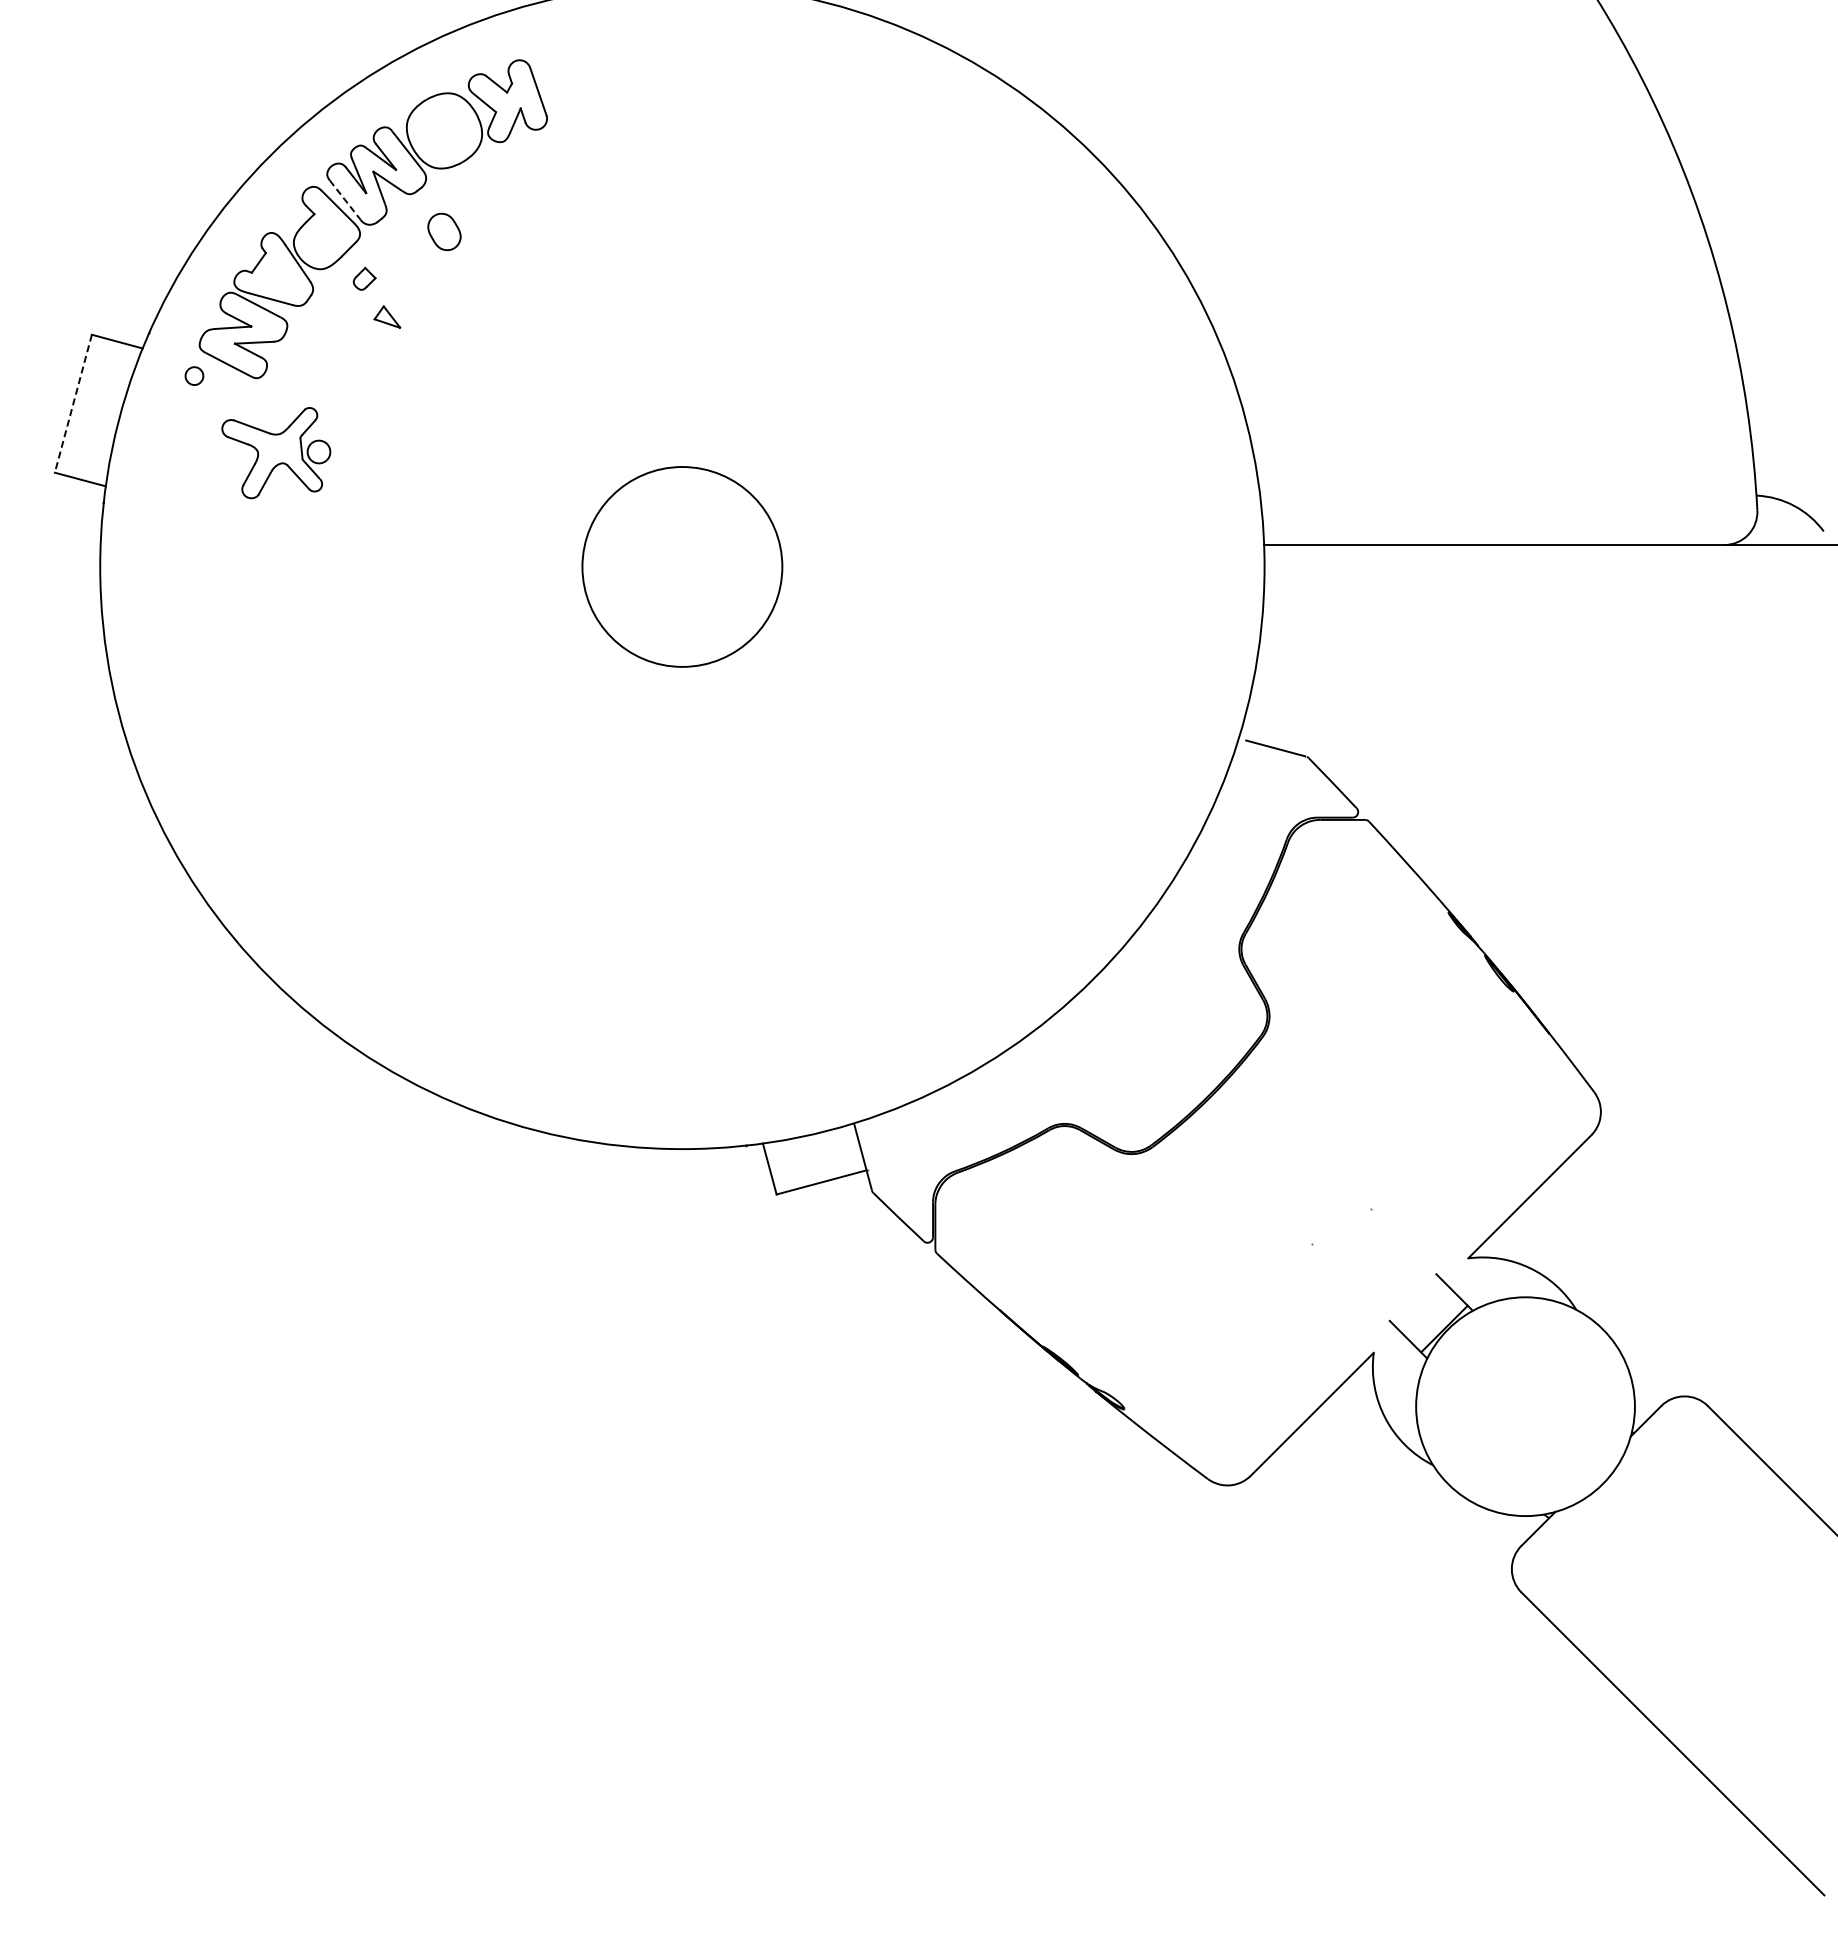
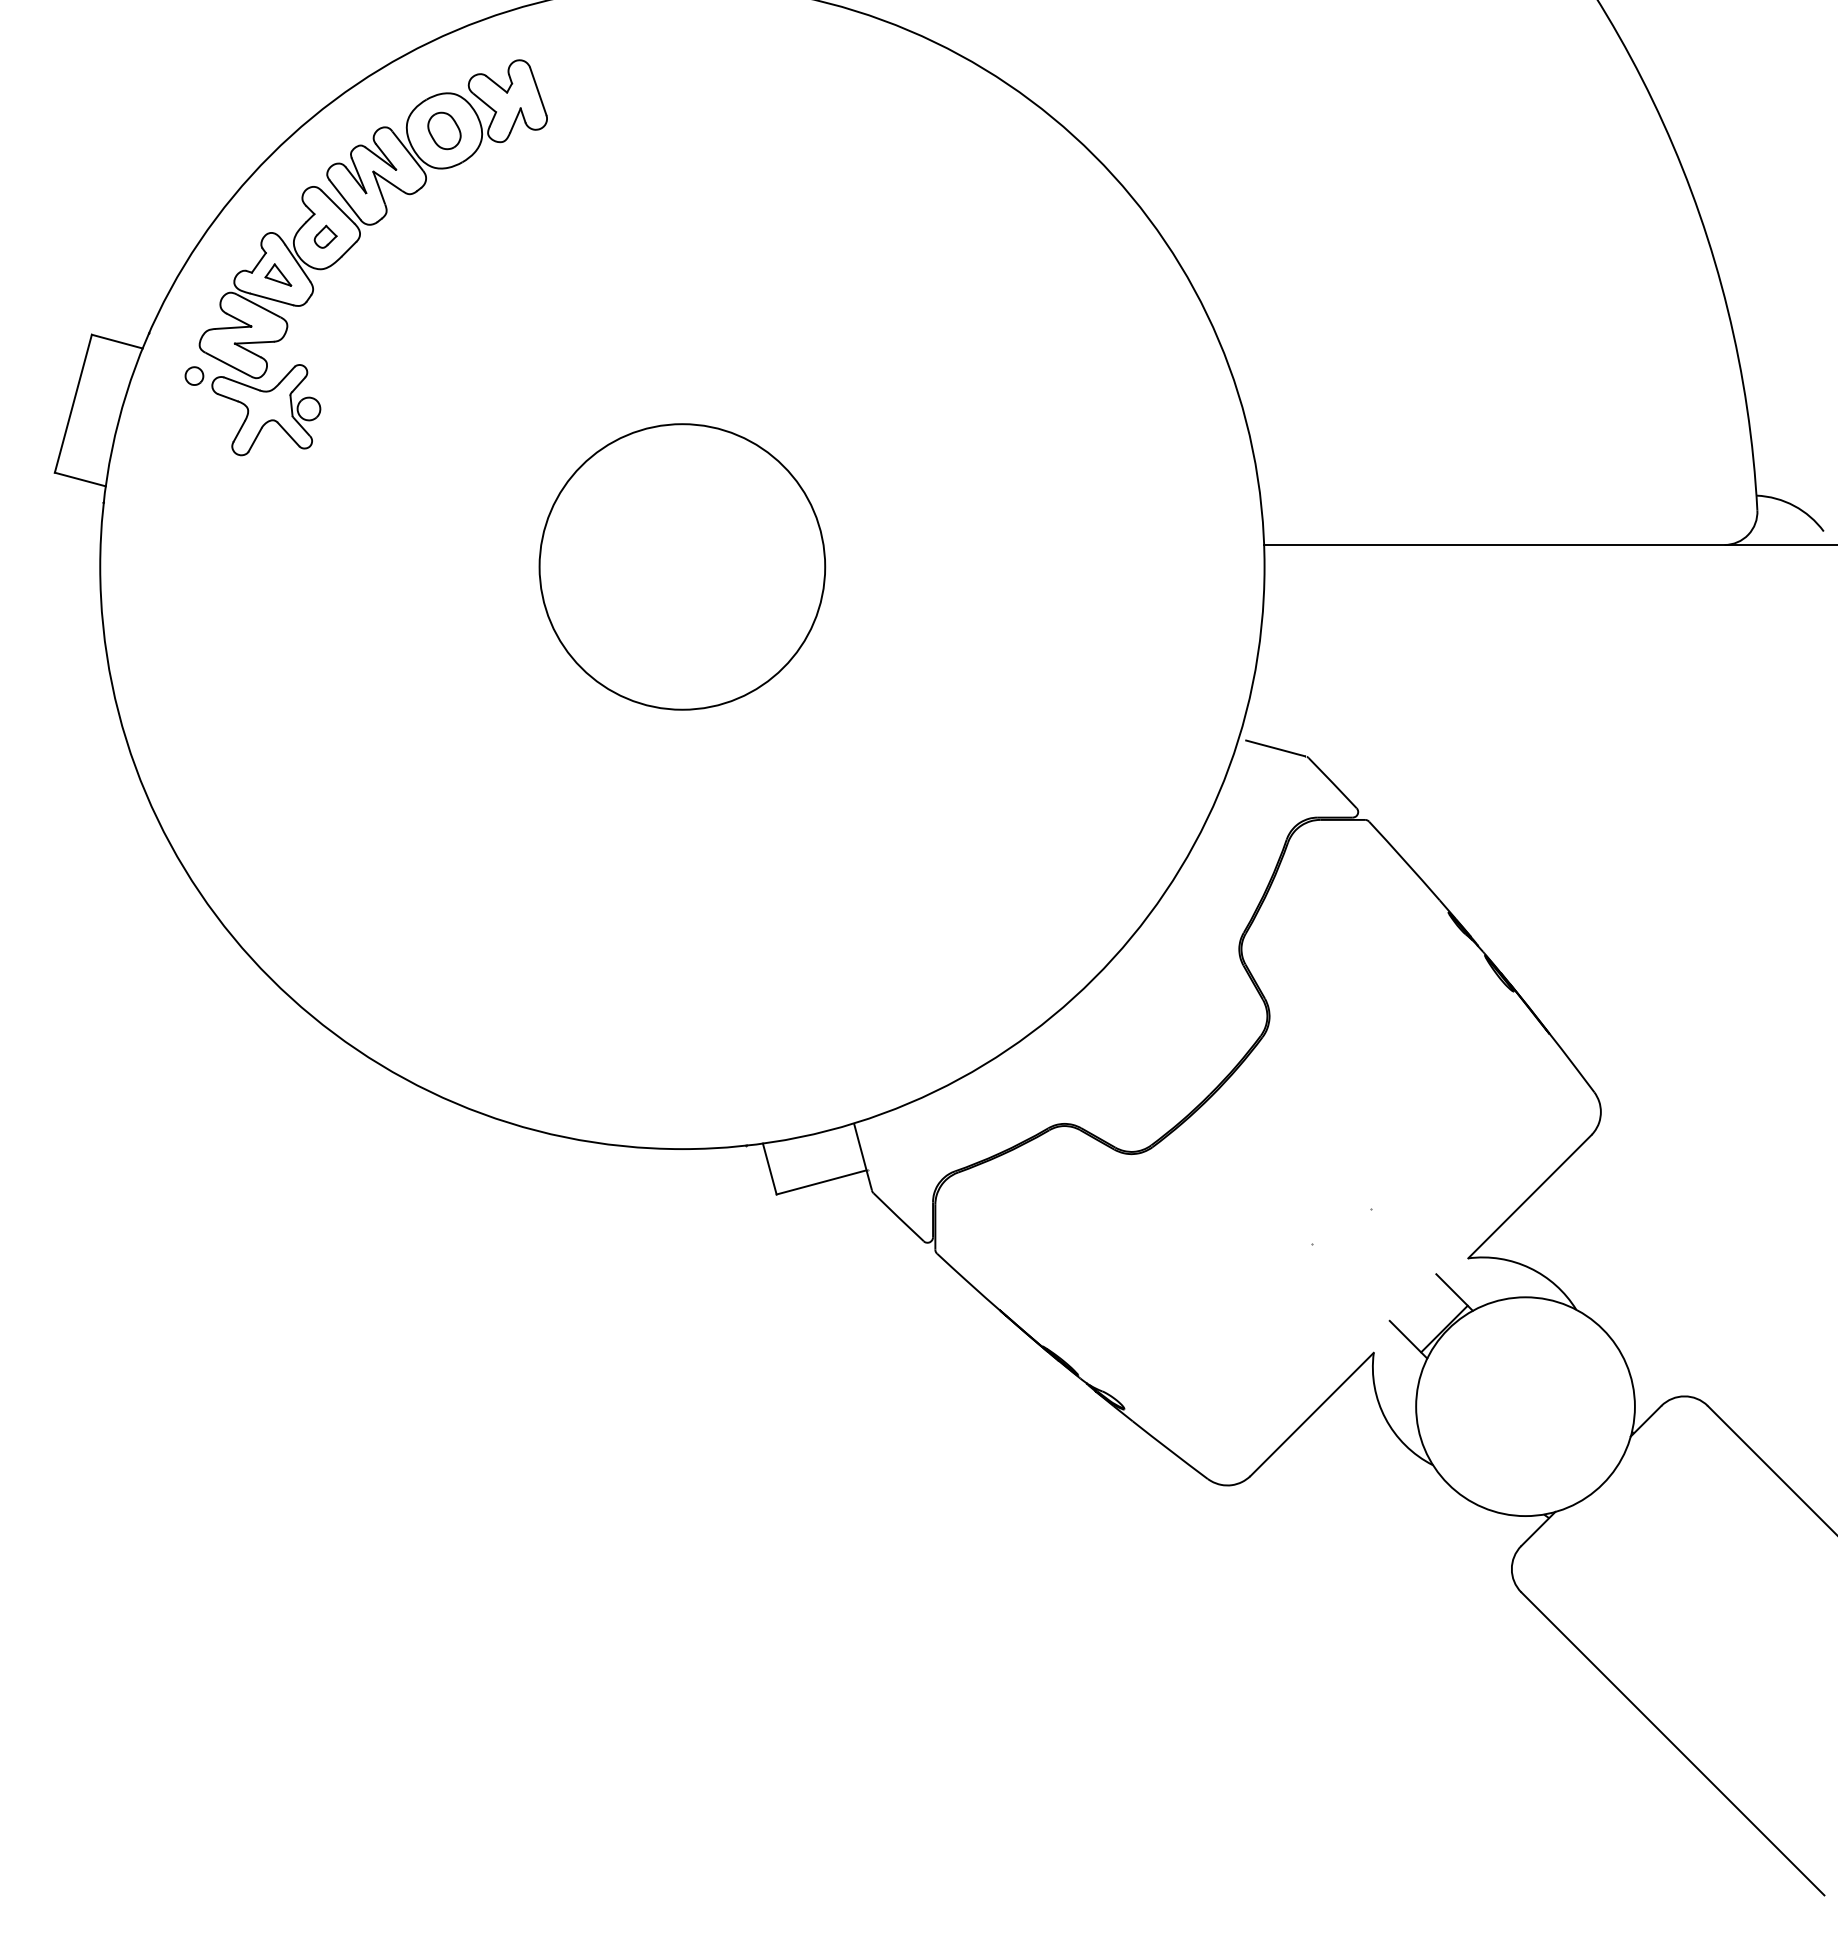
line at (345, 200): dashed -> solid
part at (444, 231) position: (444, 231) -> (444, 130)
part at (364, 278) position: (364, 278) -> (325, 236)
part at (387, 316) position: (387, 316) -> (278, 274)
line at (73, 404): dashed -> solid
part at (276, 453) position: (276, 453) -> (266, 410)
circle at (682, 566) diameter: 200 px -> 286 px
